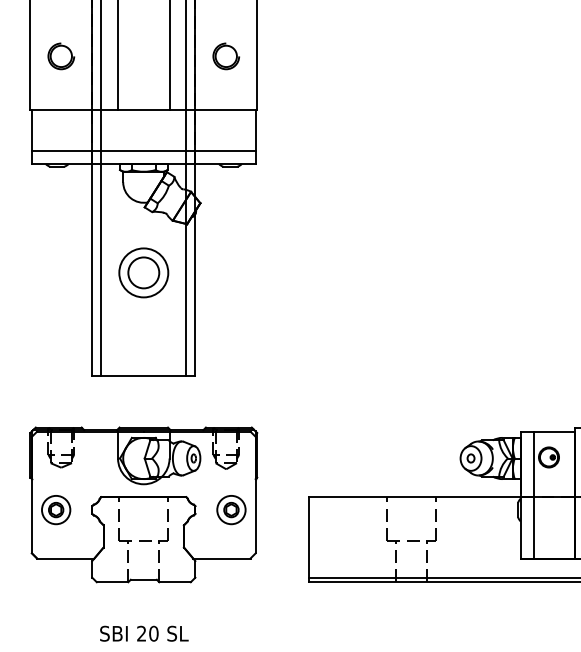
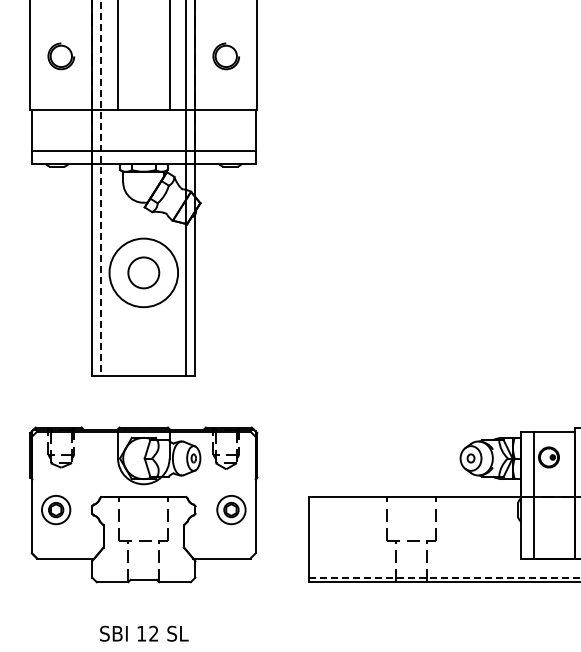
line at (101, 188): solid -> dashed
circle at (143, 272) diameter: 49 px -> 69 px
line at (444, 577): solid -> dashed
text at (147, 633): 20 -> 12
